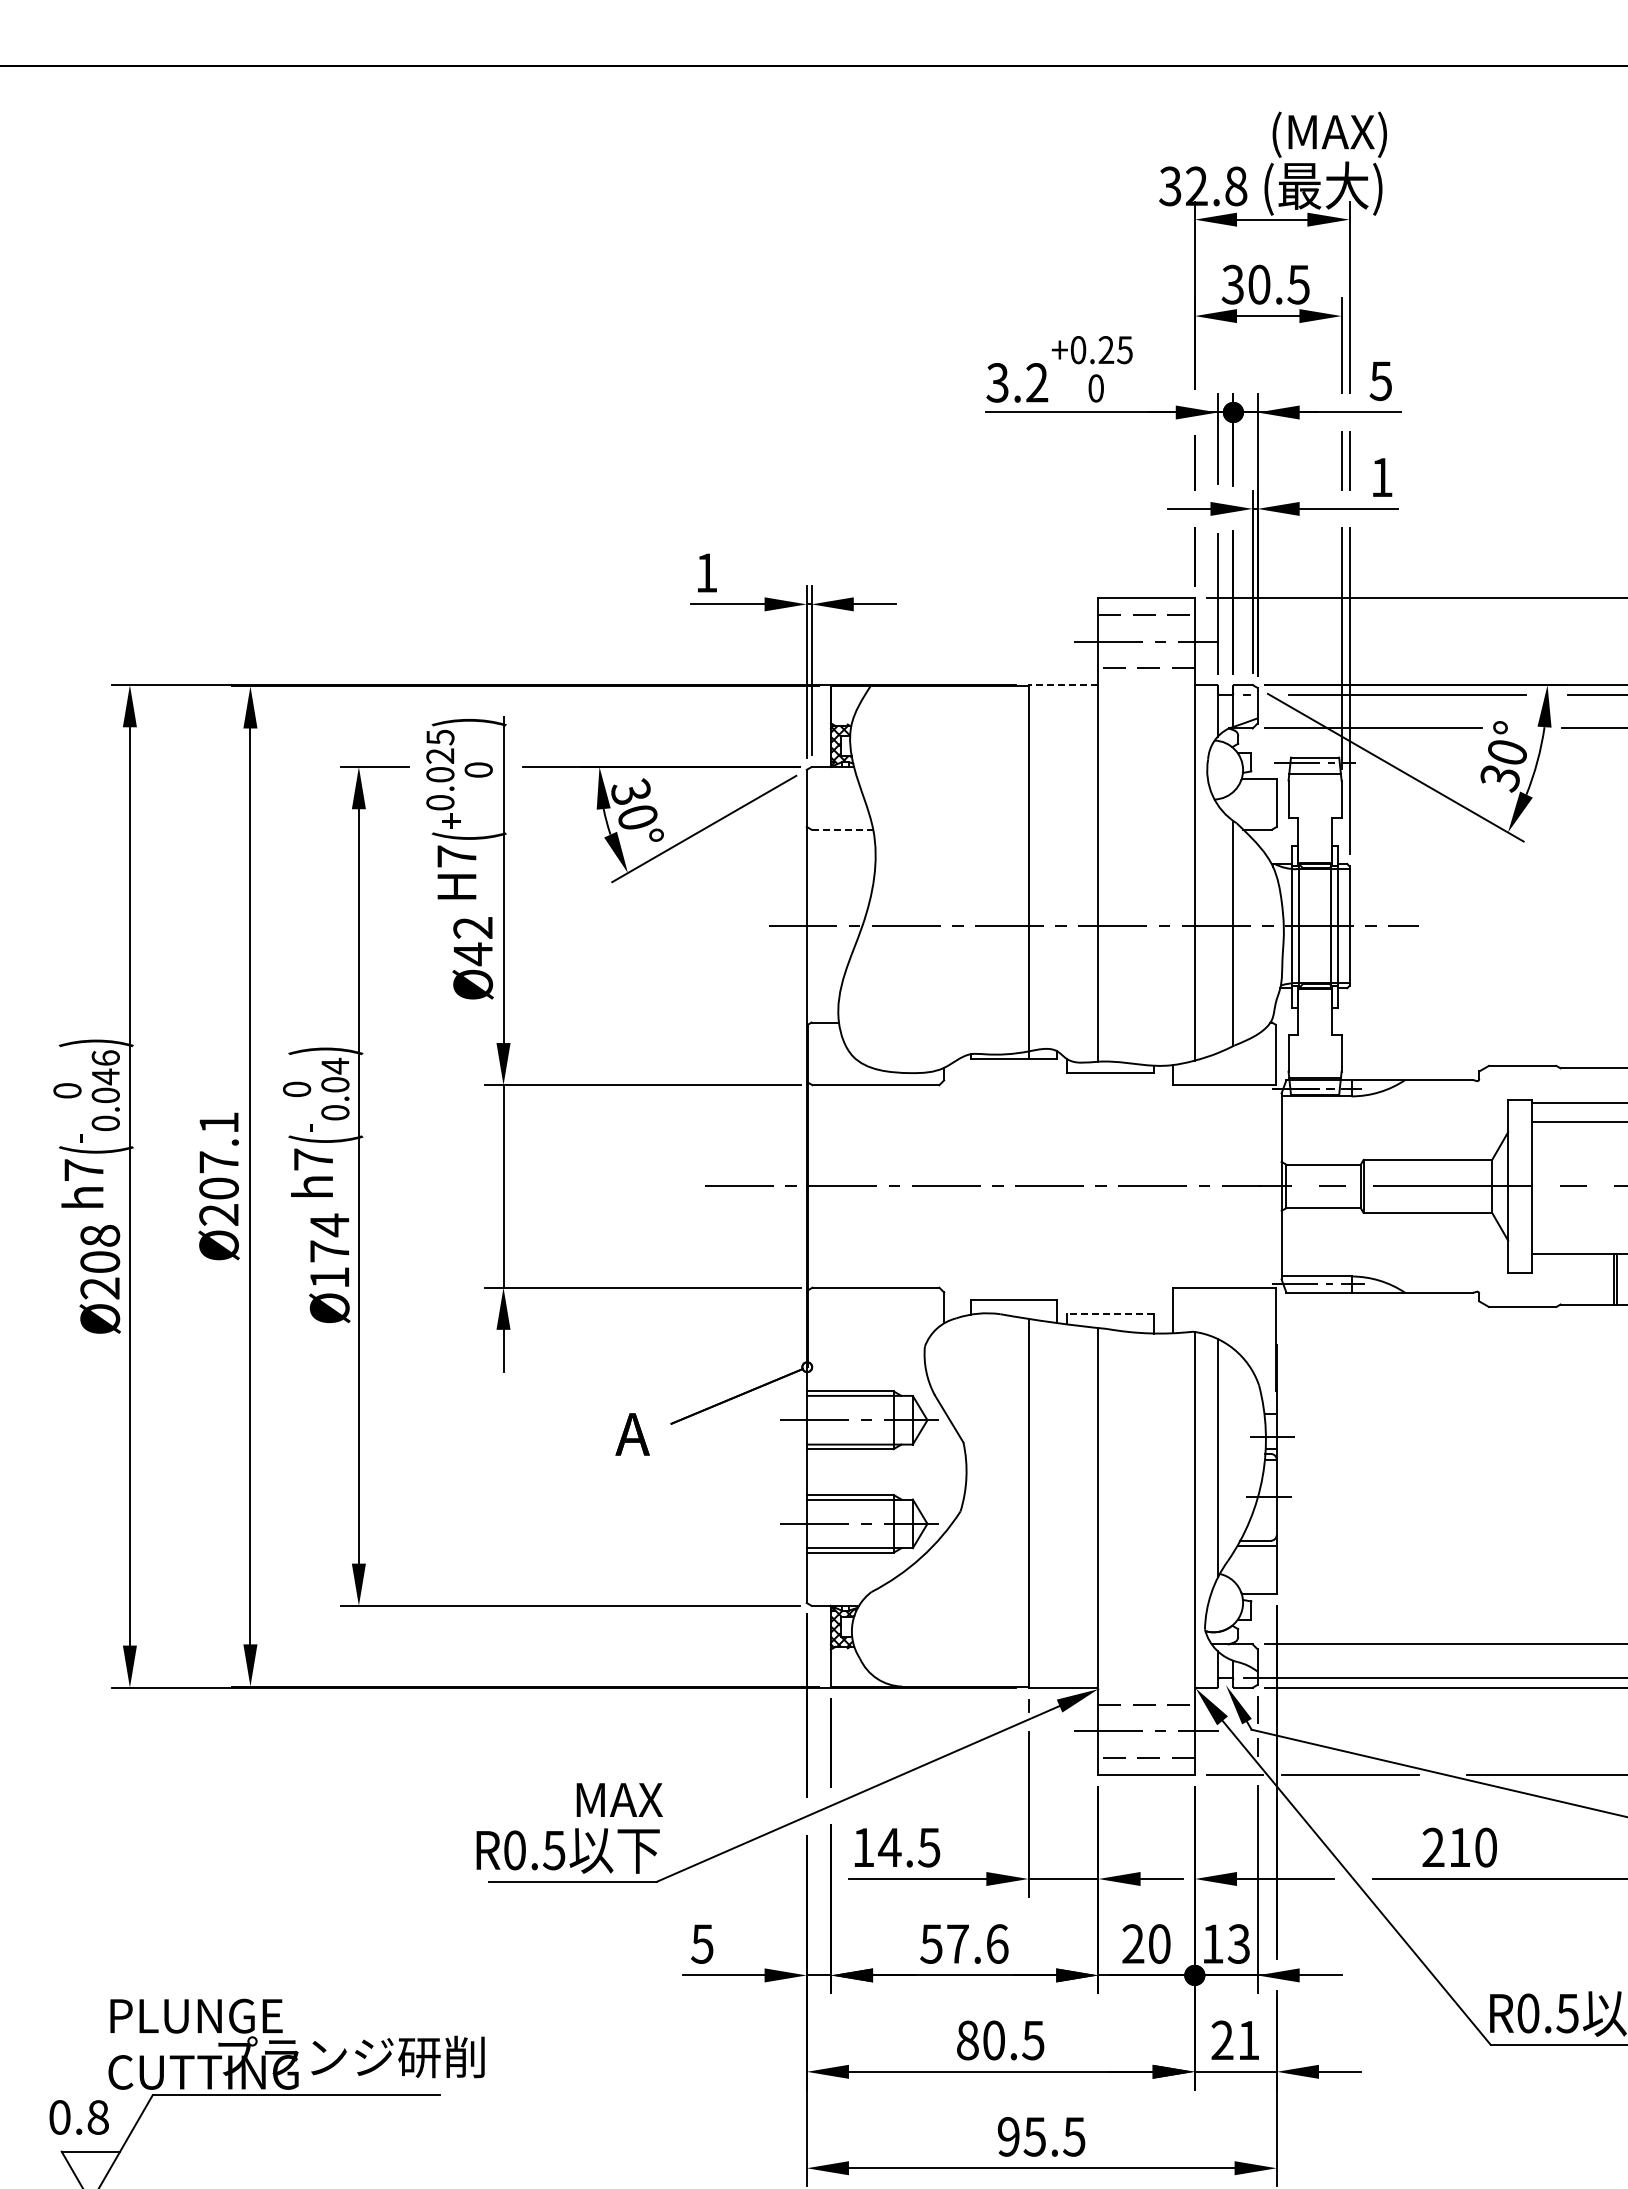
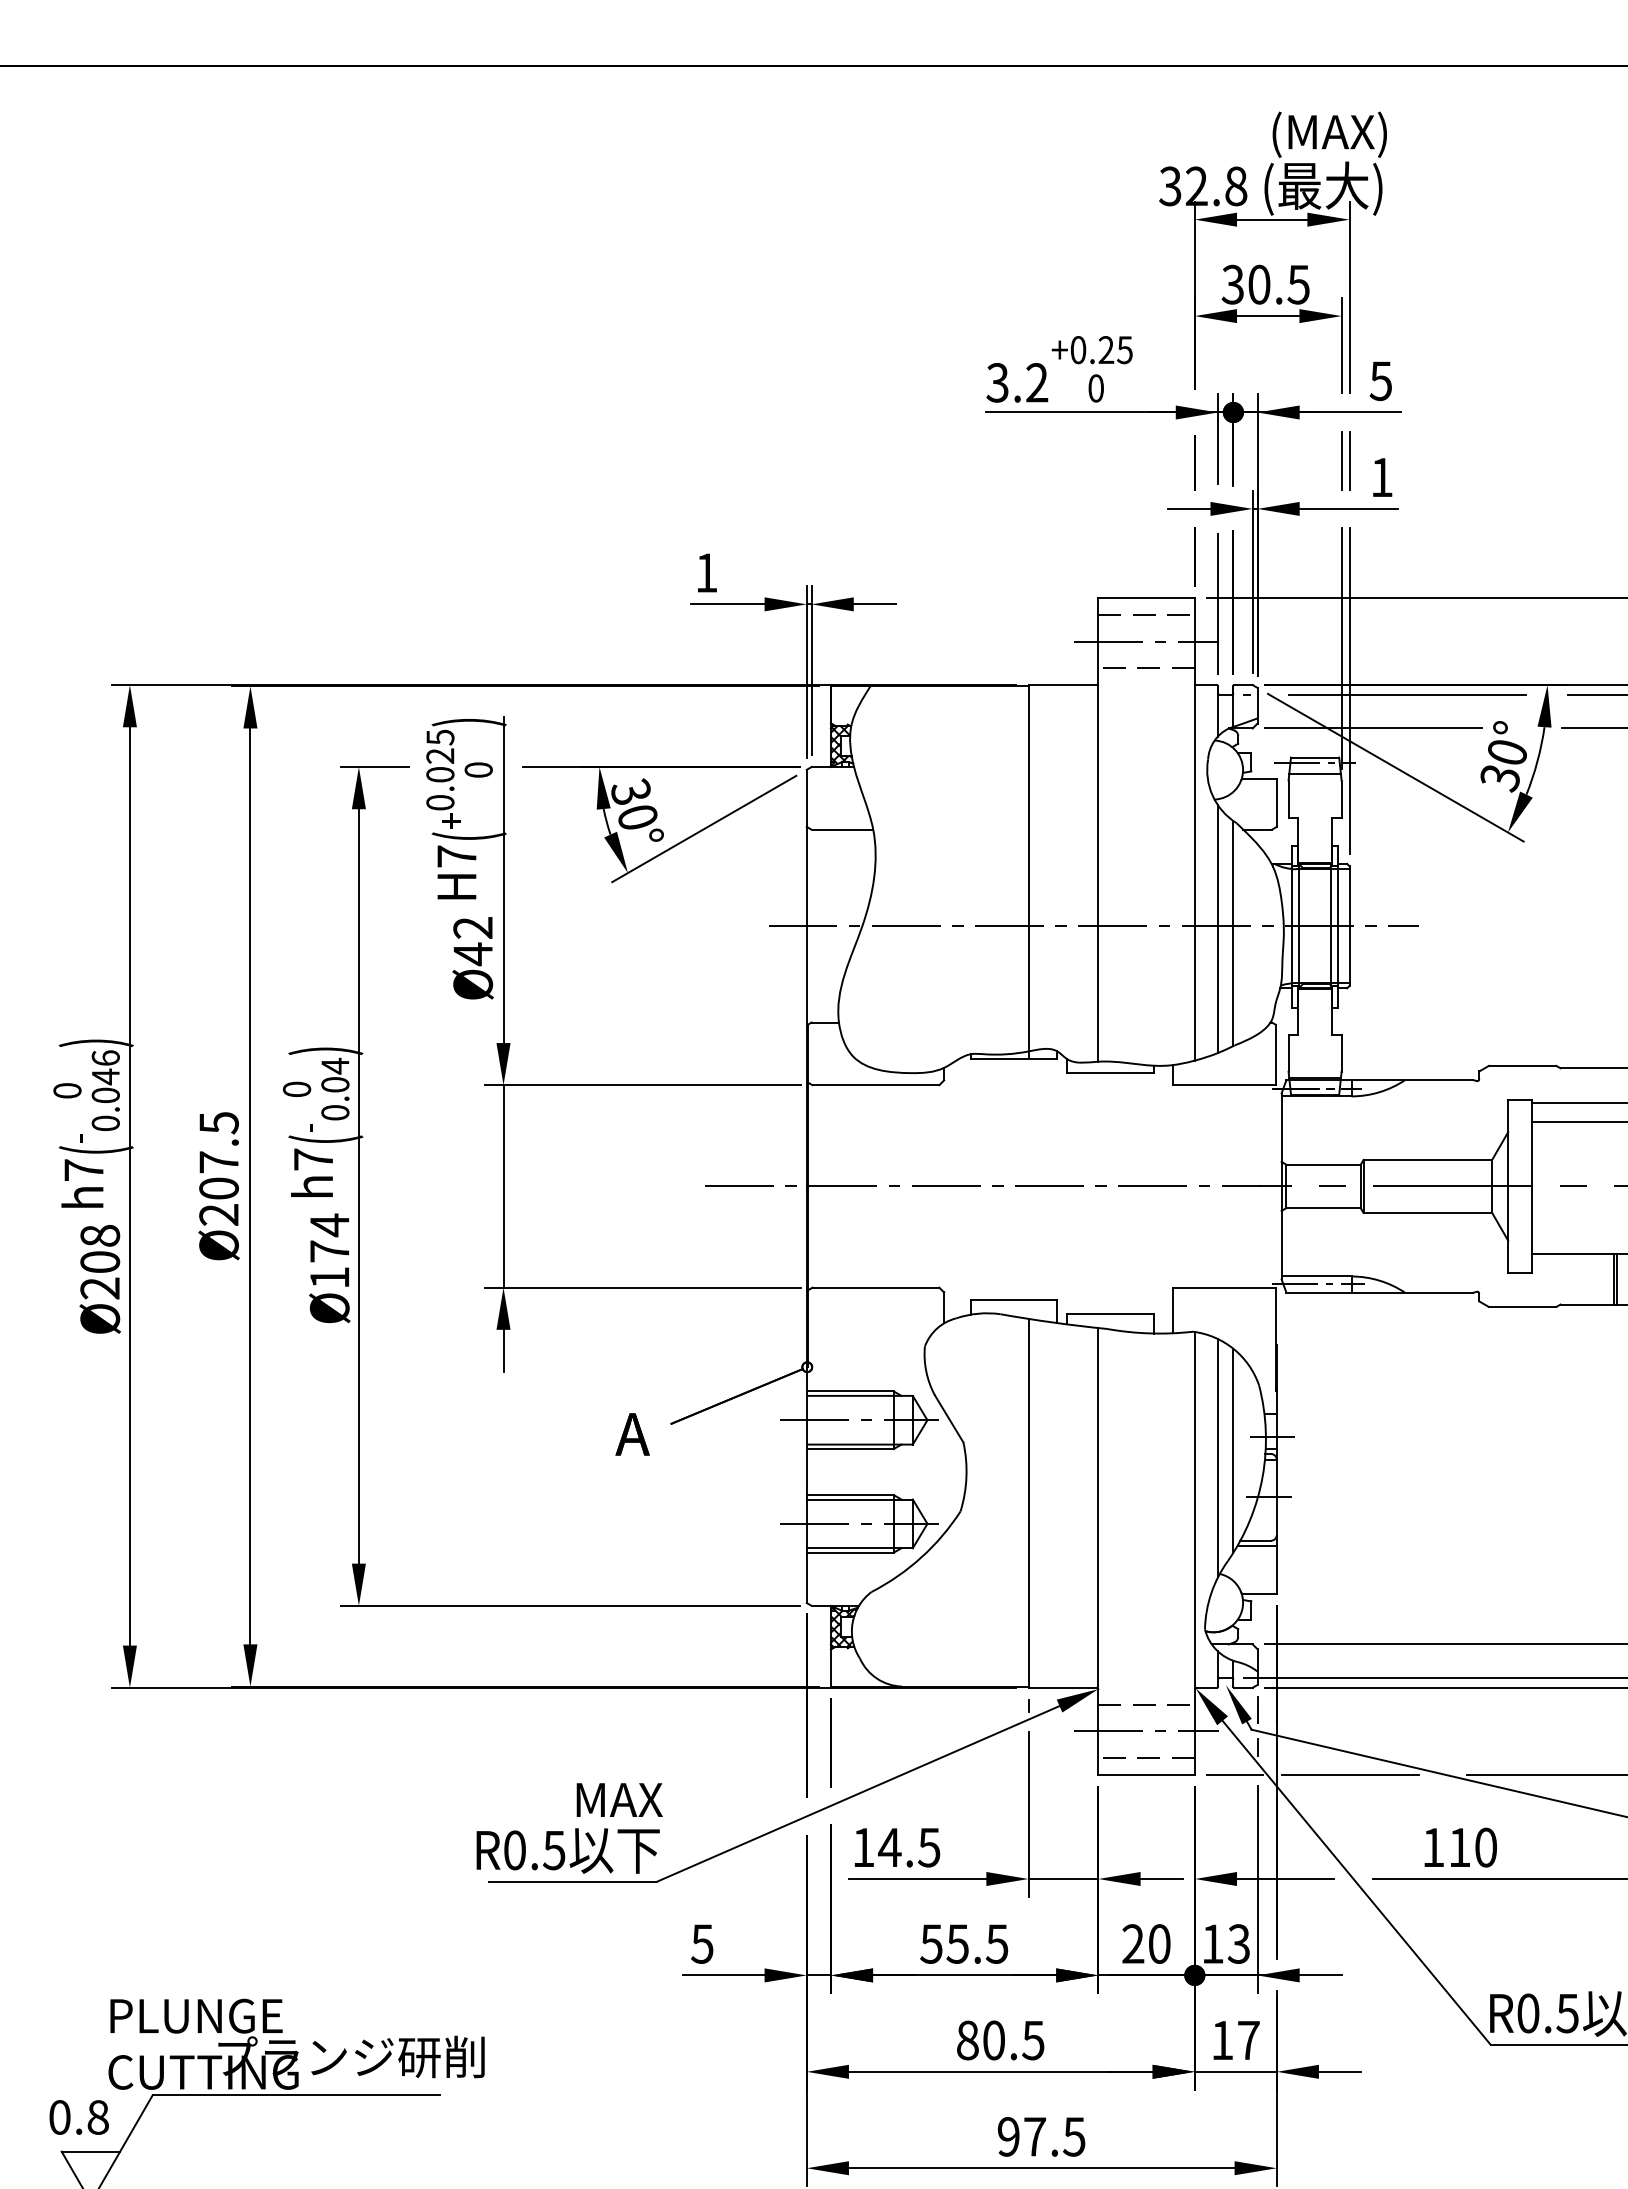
line at (1063, 685): dashed -> solid
line at (842, 829): dashed -> solid
line at (1217, 929): none -> present
text at (218, 1123): Ø207.1 -> Ø207.5
line at (1109, 1314): dashed -> solid
line at (1233, 1450): none -> present
text at (1433, 1846): 210 -> 110
text at (977, 1943): 57.6 -> 55.5
text at (1235, 2039): 21 -> 17
text at (1034, 2136): 95.5 -> 97.5
